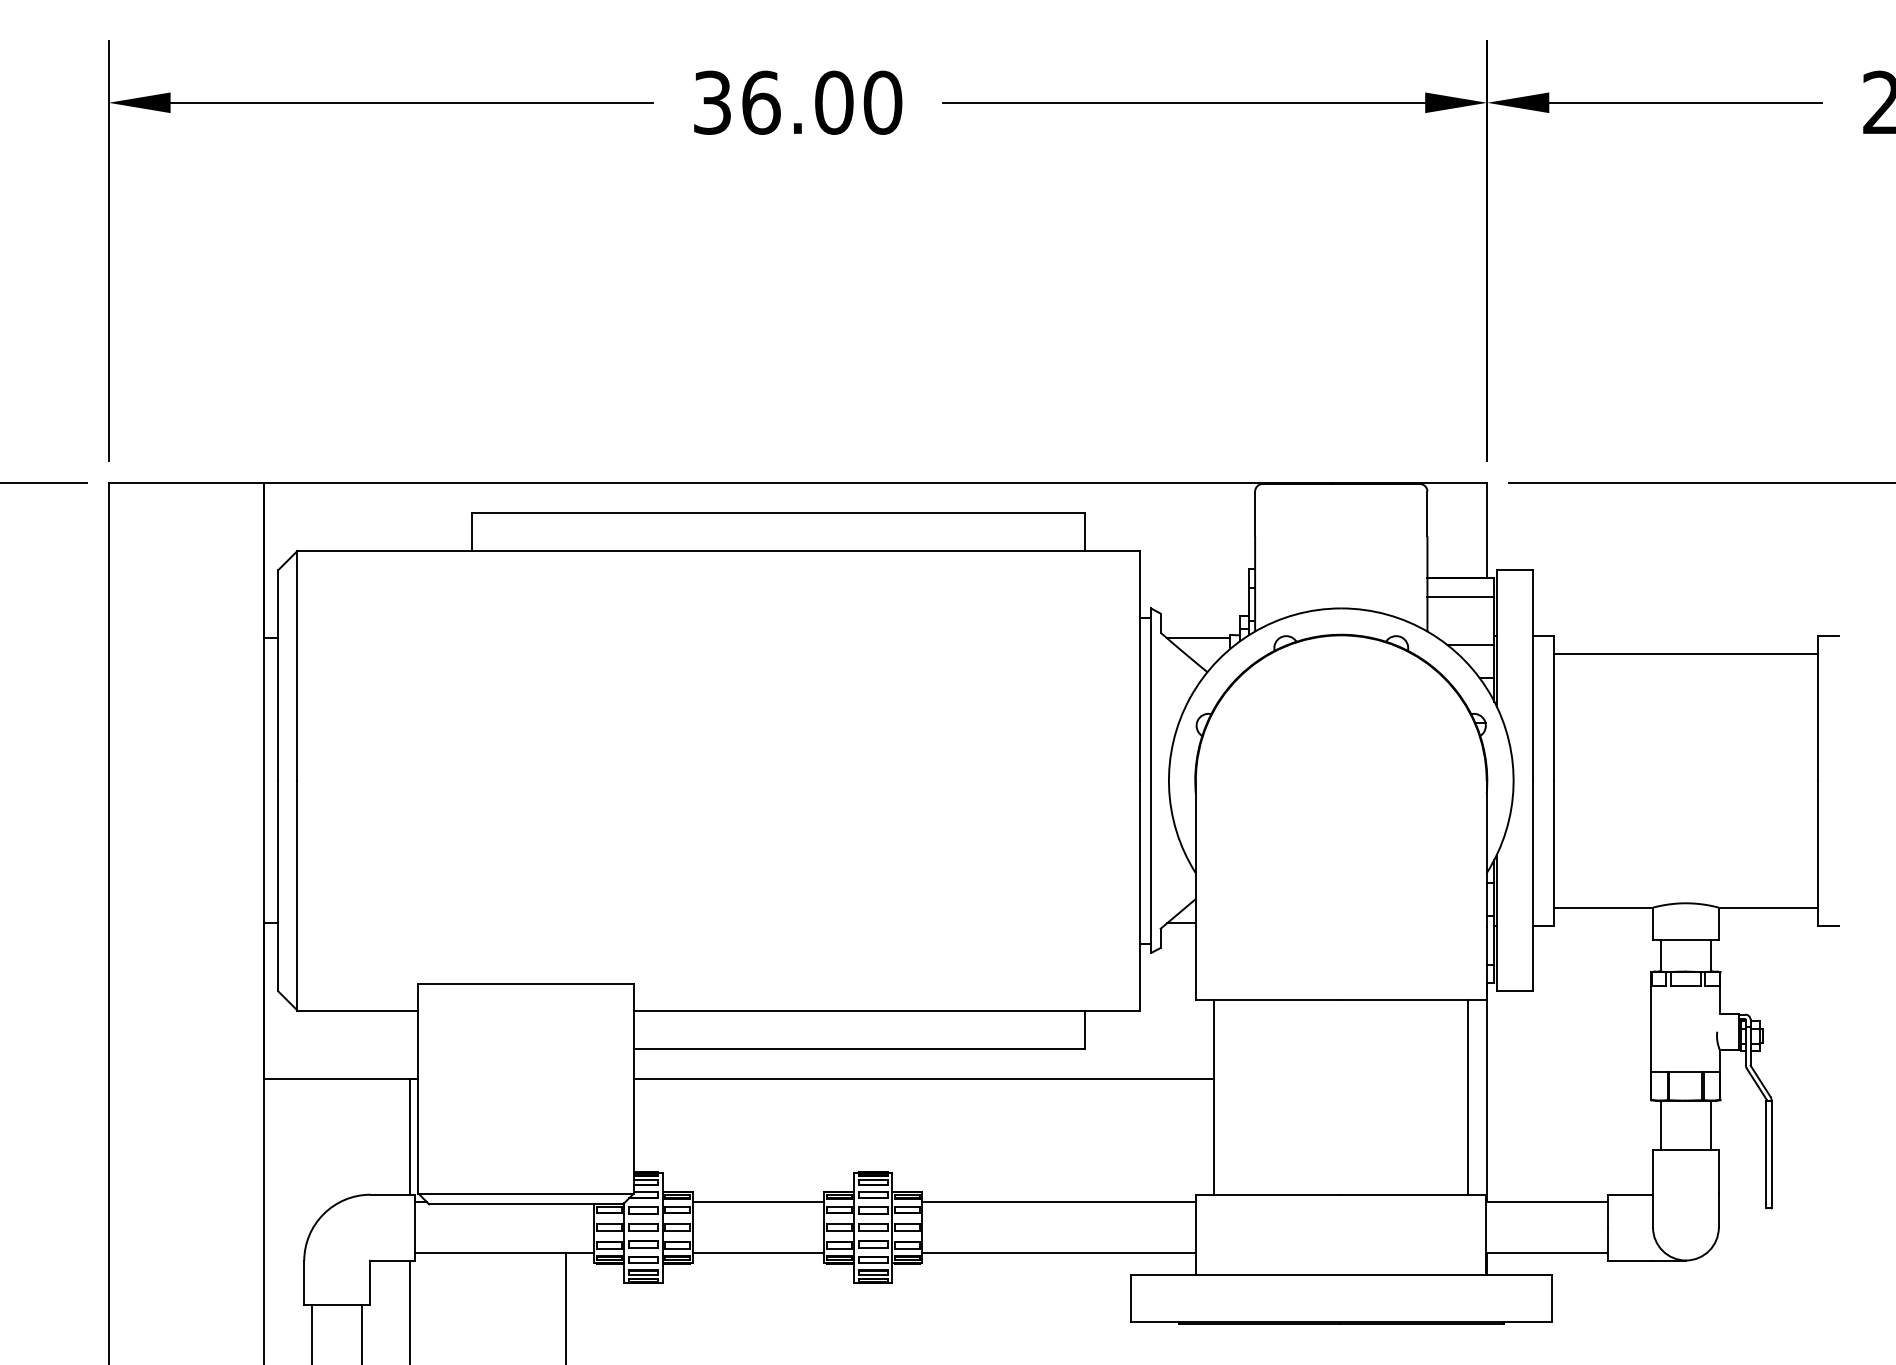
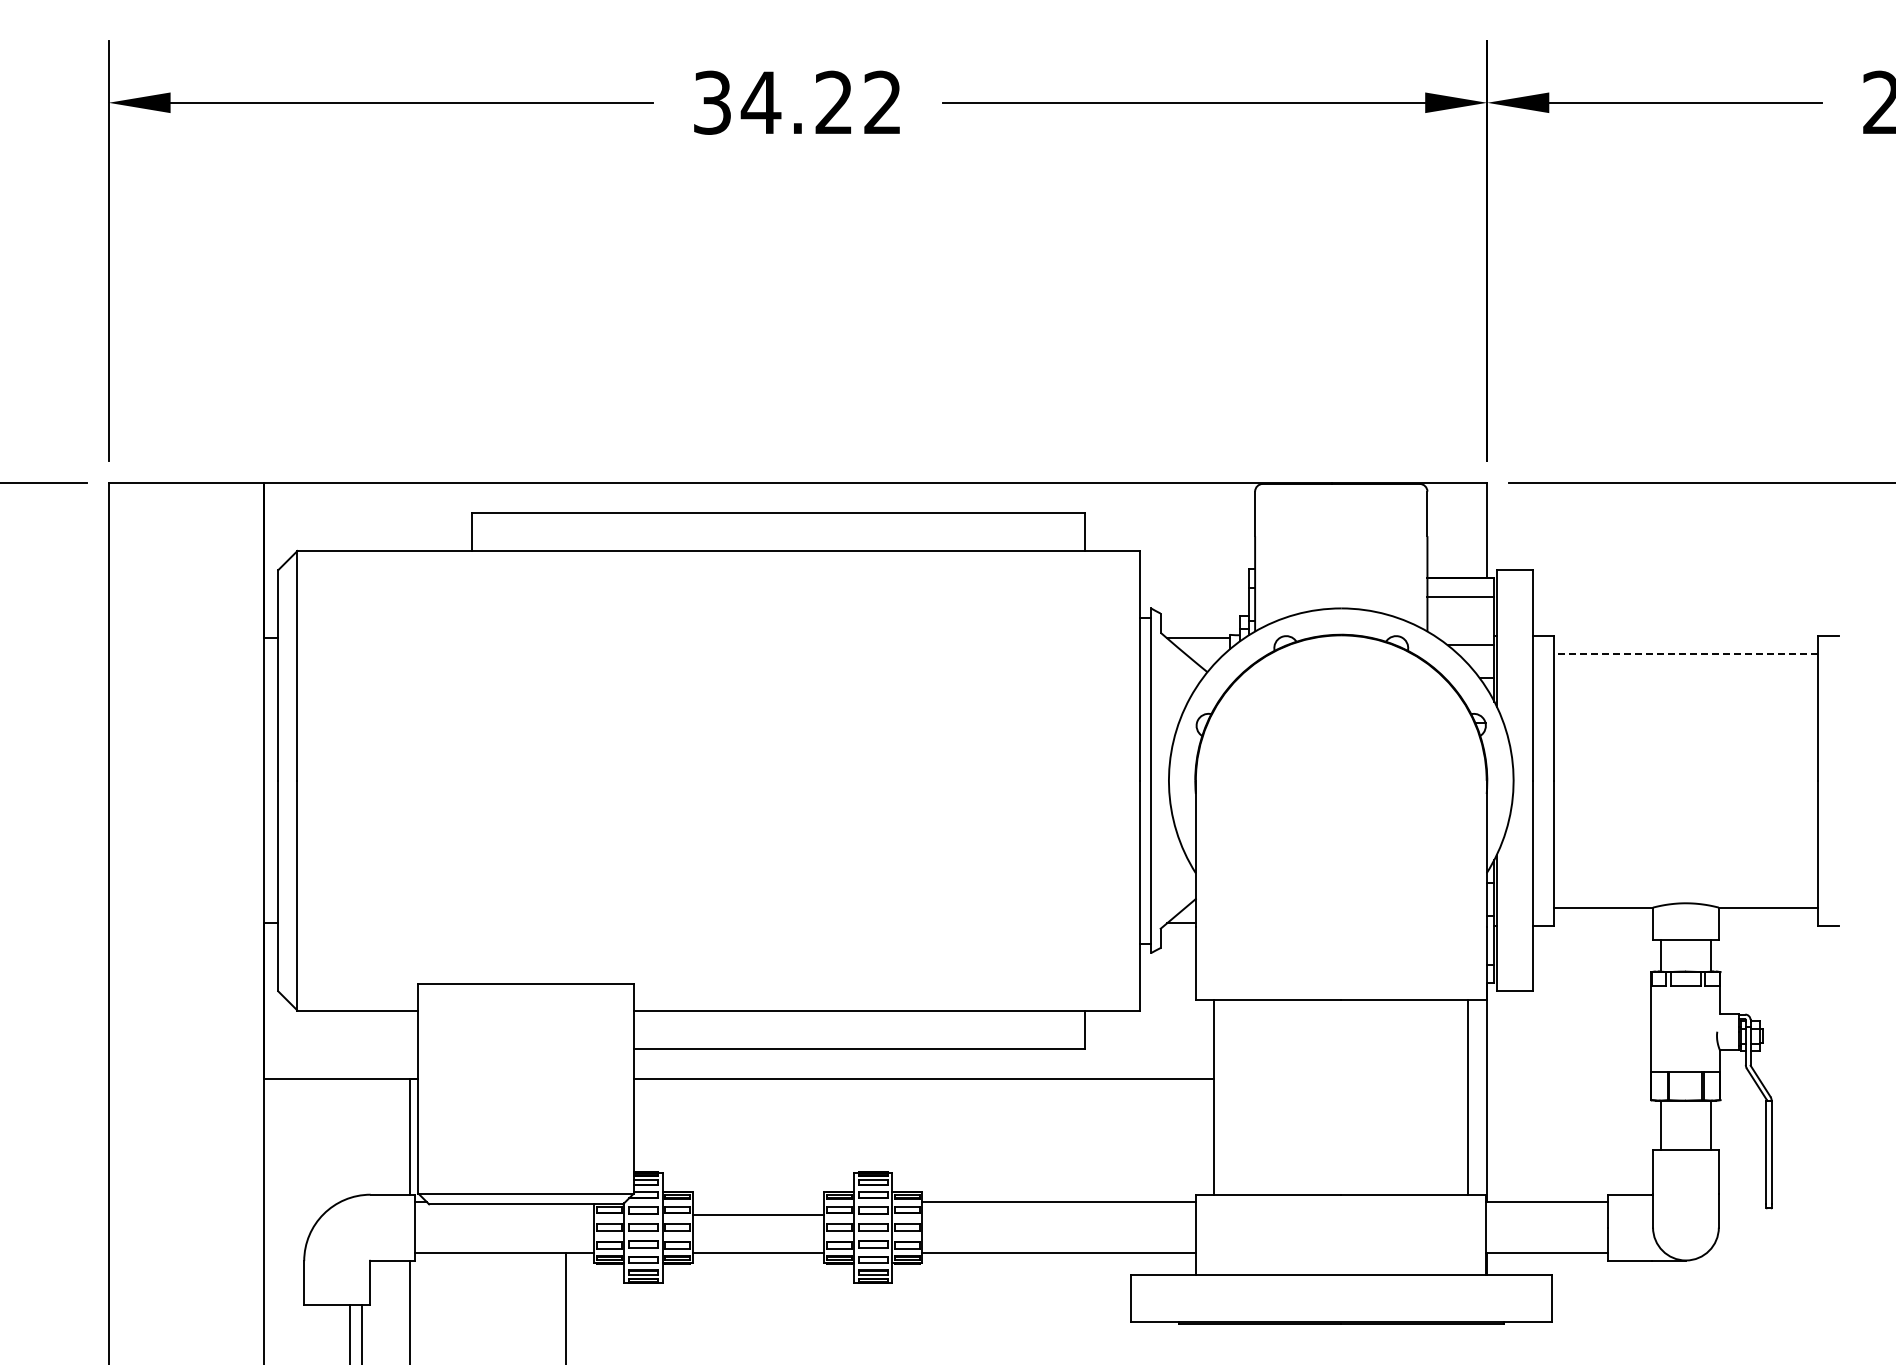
text at (821, 102): 36.00 -> 34.22
line at (1685, 653): solid -> dashed
line at (758, 1202) position: (758, 1202) -> (758, 1215)
line at (311, 1333) position: (311, 1333) -> (349, 1333)
